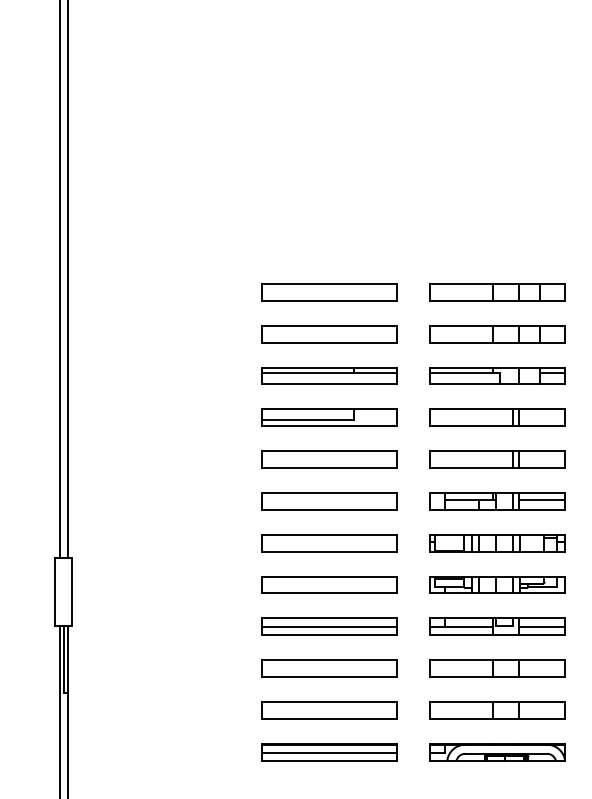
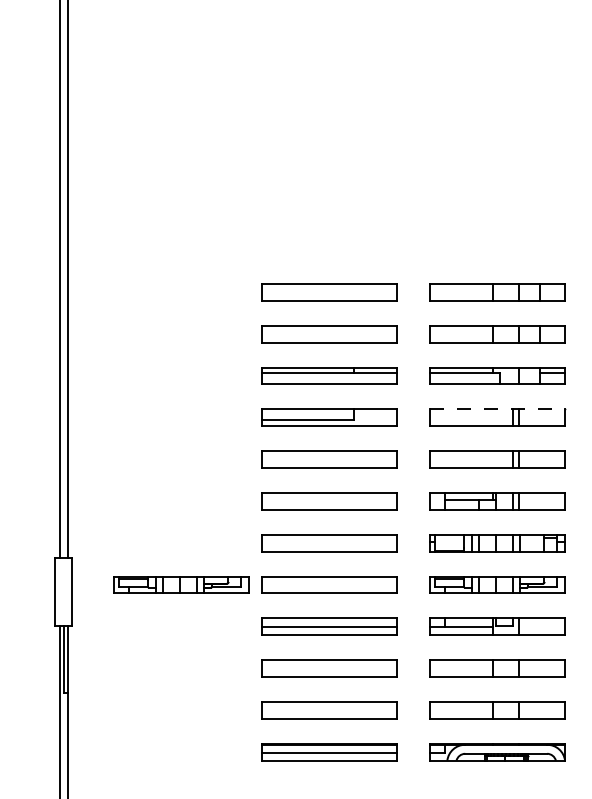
line at (498, 409): solid -> dashed
line at (541, 500): present -> none
part at (181, 584): none -> present
line at (541, 626): present -> none
